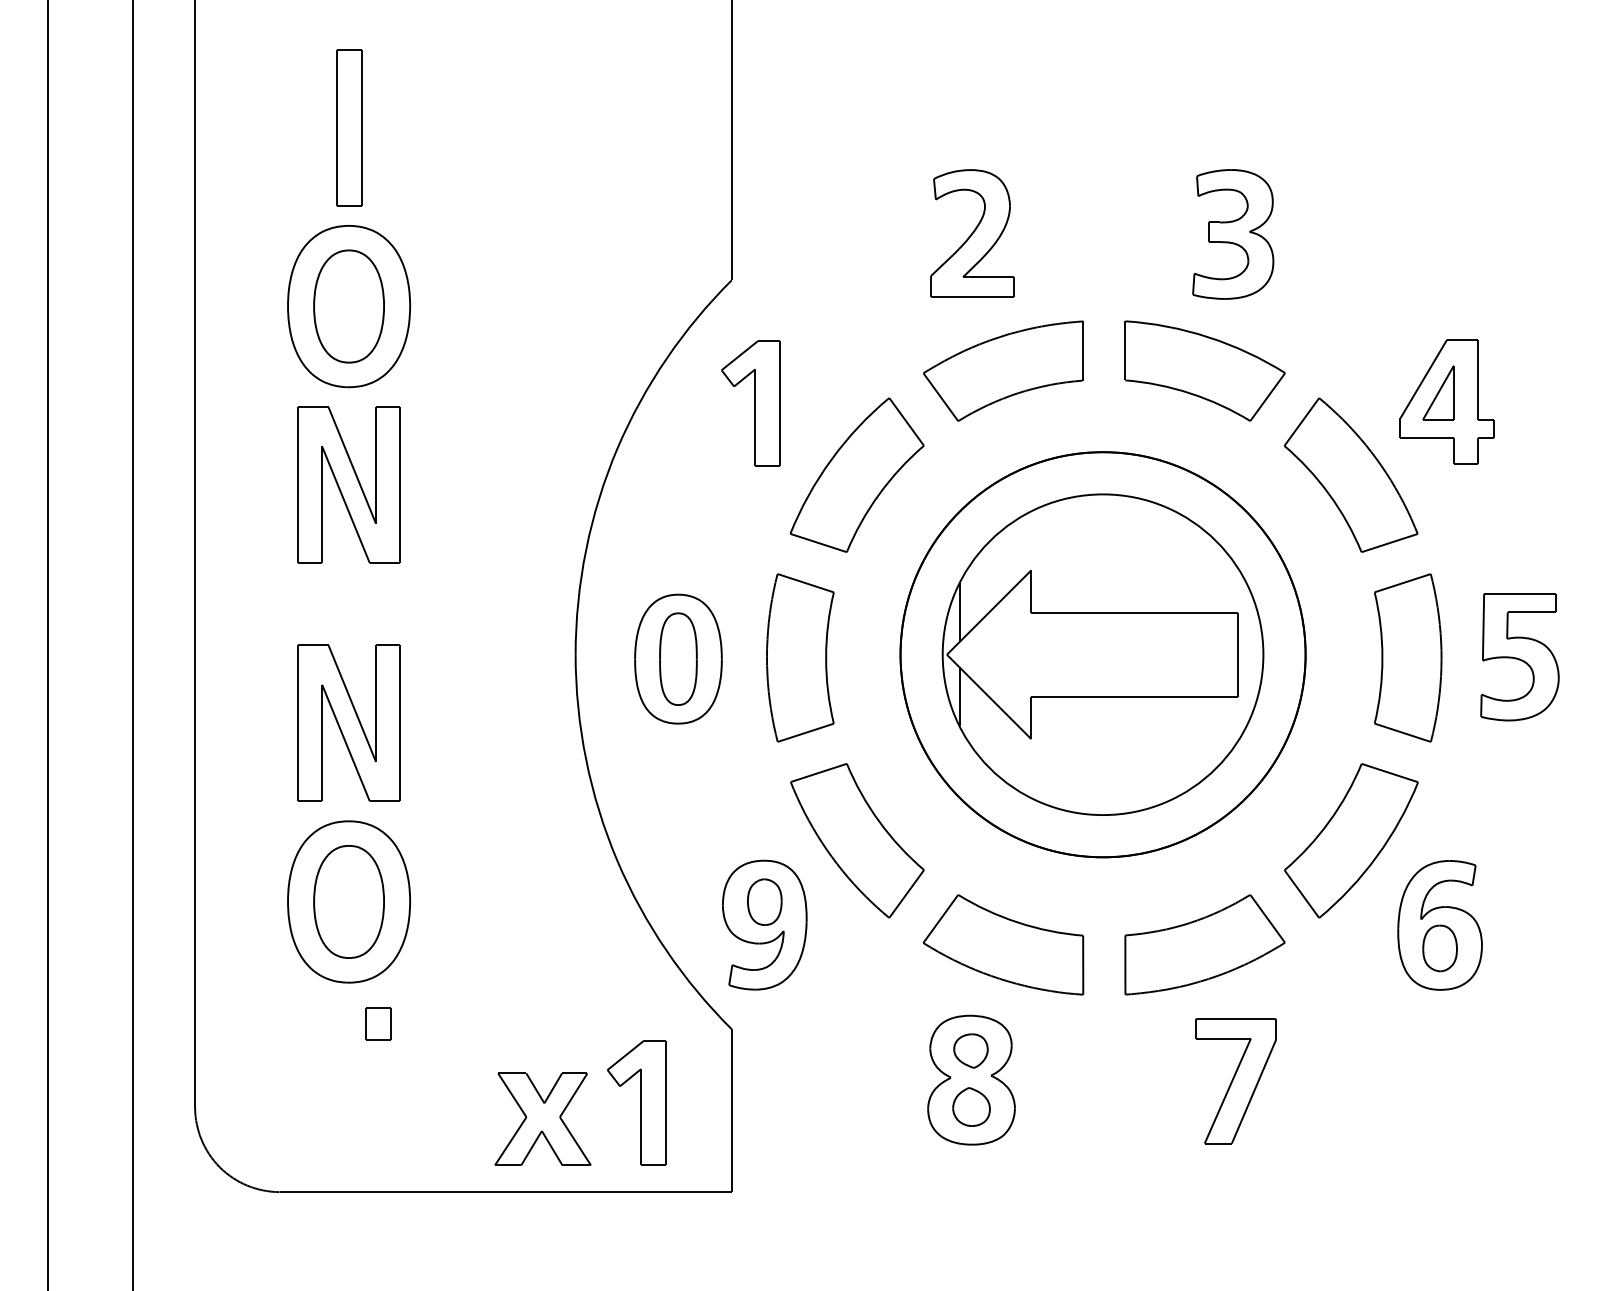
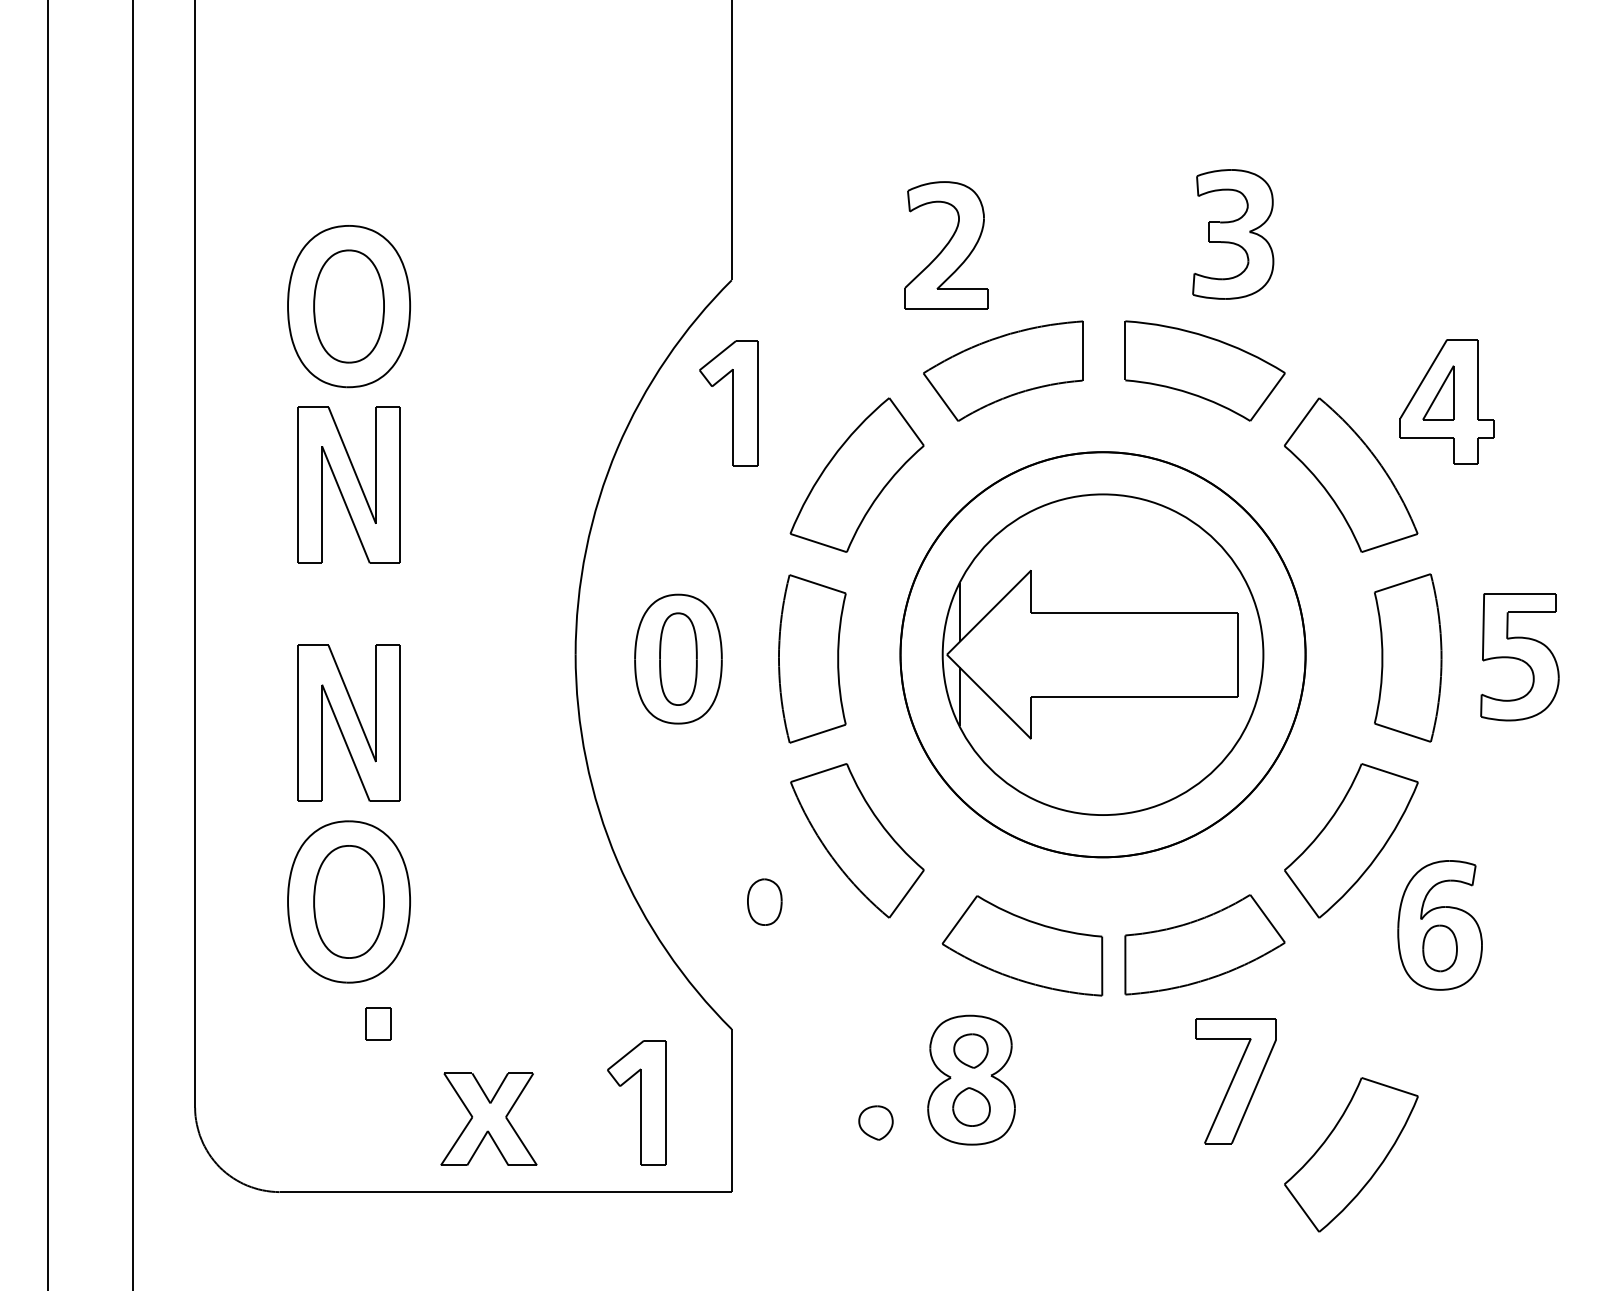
part at (349, 127): present -> none
part at (972, 233) position: (972, 233) -> (946, 245)
part at (750, 403) position: (750, 403) -> (728, 403)
part at (800, 657) position: (800, 657) -> (812, 658)
part at (764, 924): present -> none
part at (1003, 944) position: (1003, 944) -> (1022, 945)
part at (542, 1118) position: (542, 1118) -> (488, 1118)
part at (875, 1122): none -> present
part at (1351, 1154): none -> present
